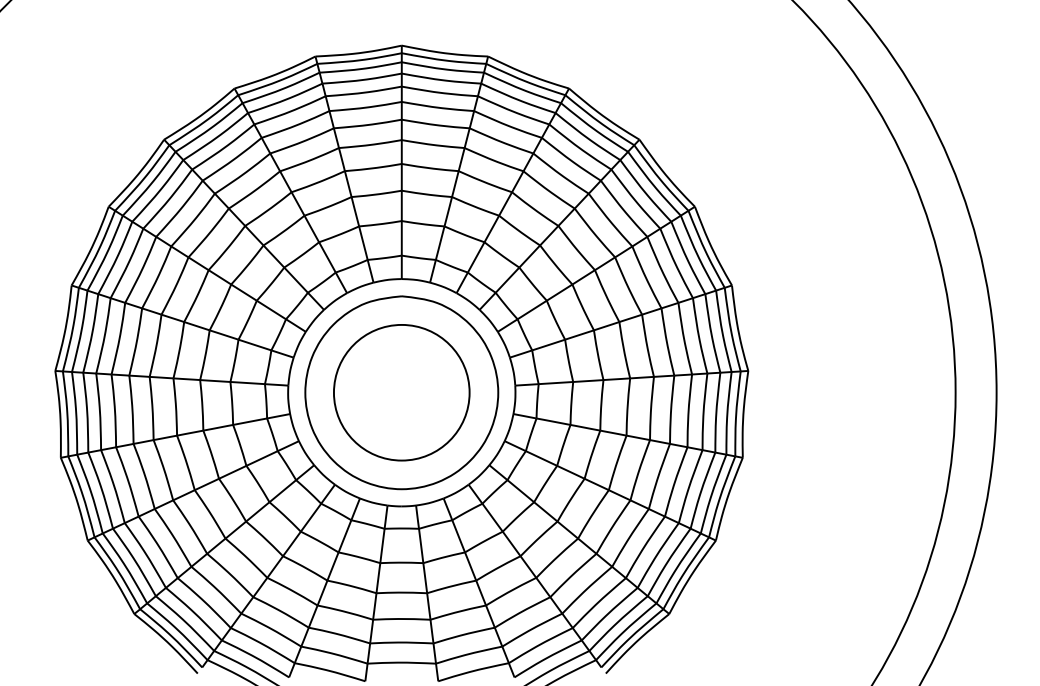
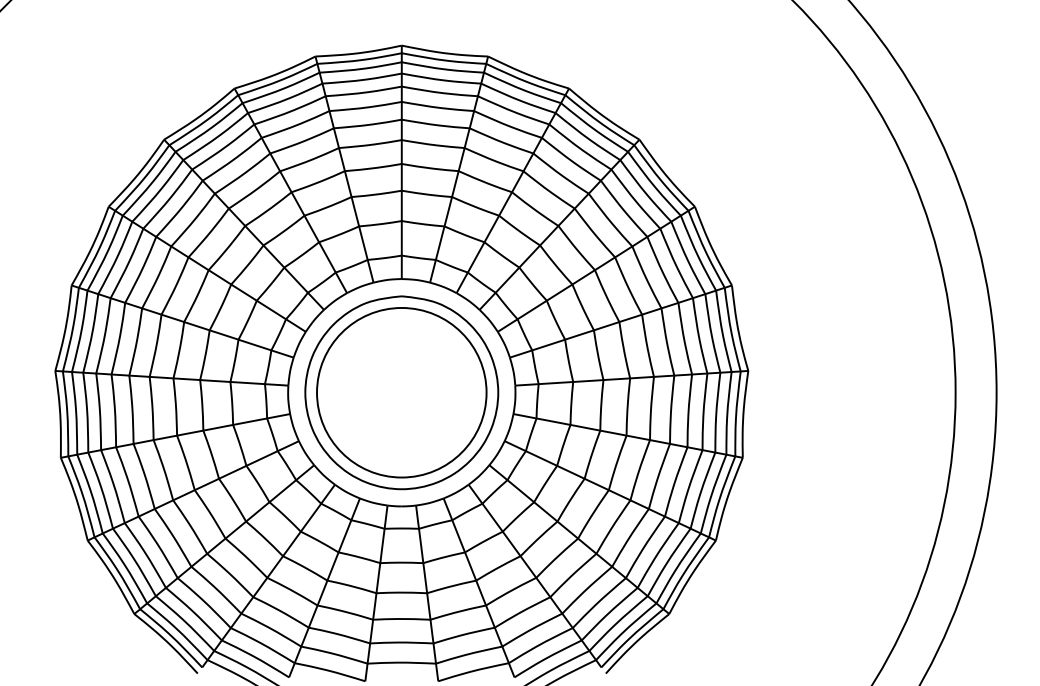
circle at (401, 392) diameter: 136 px -> 170 px
